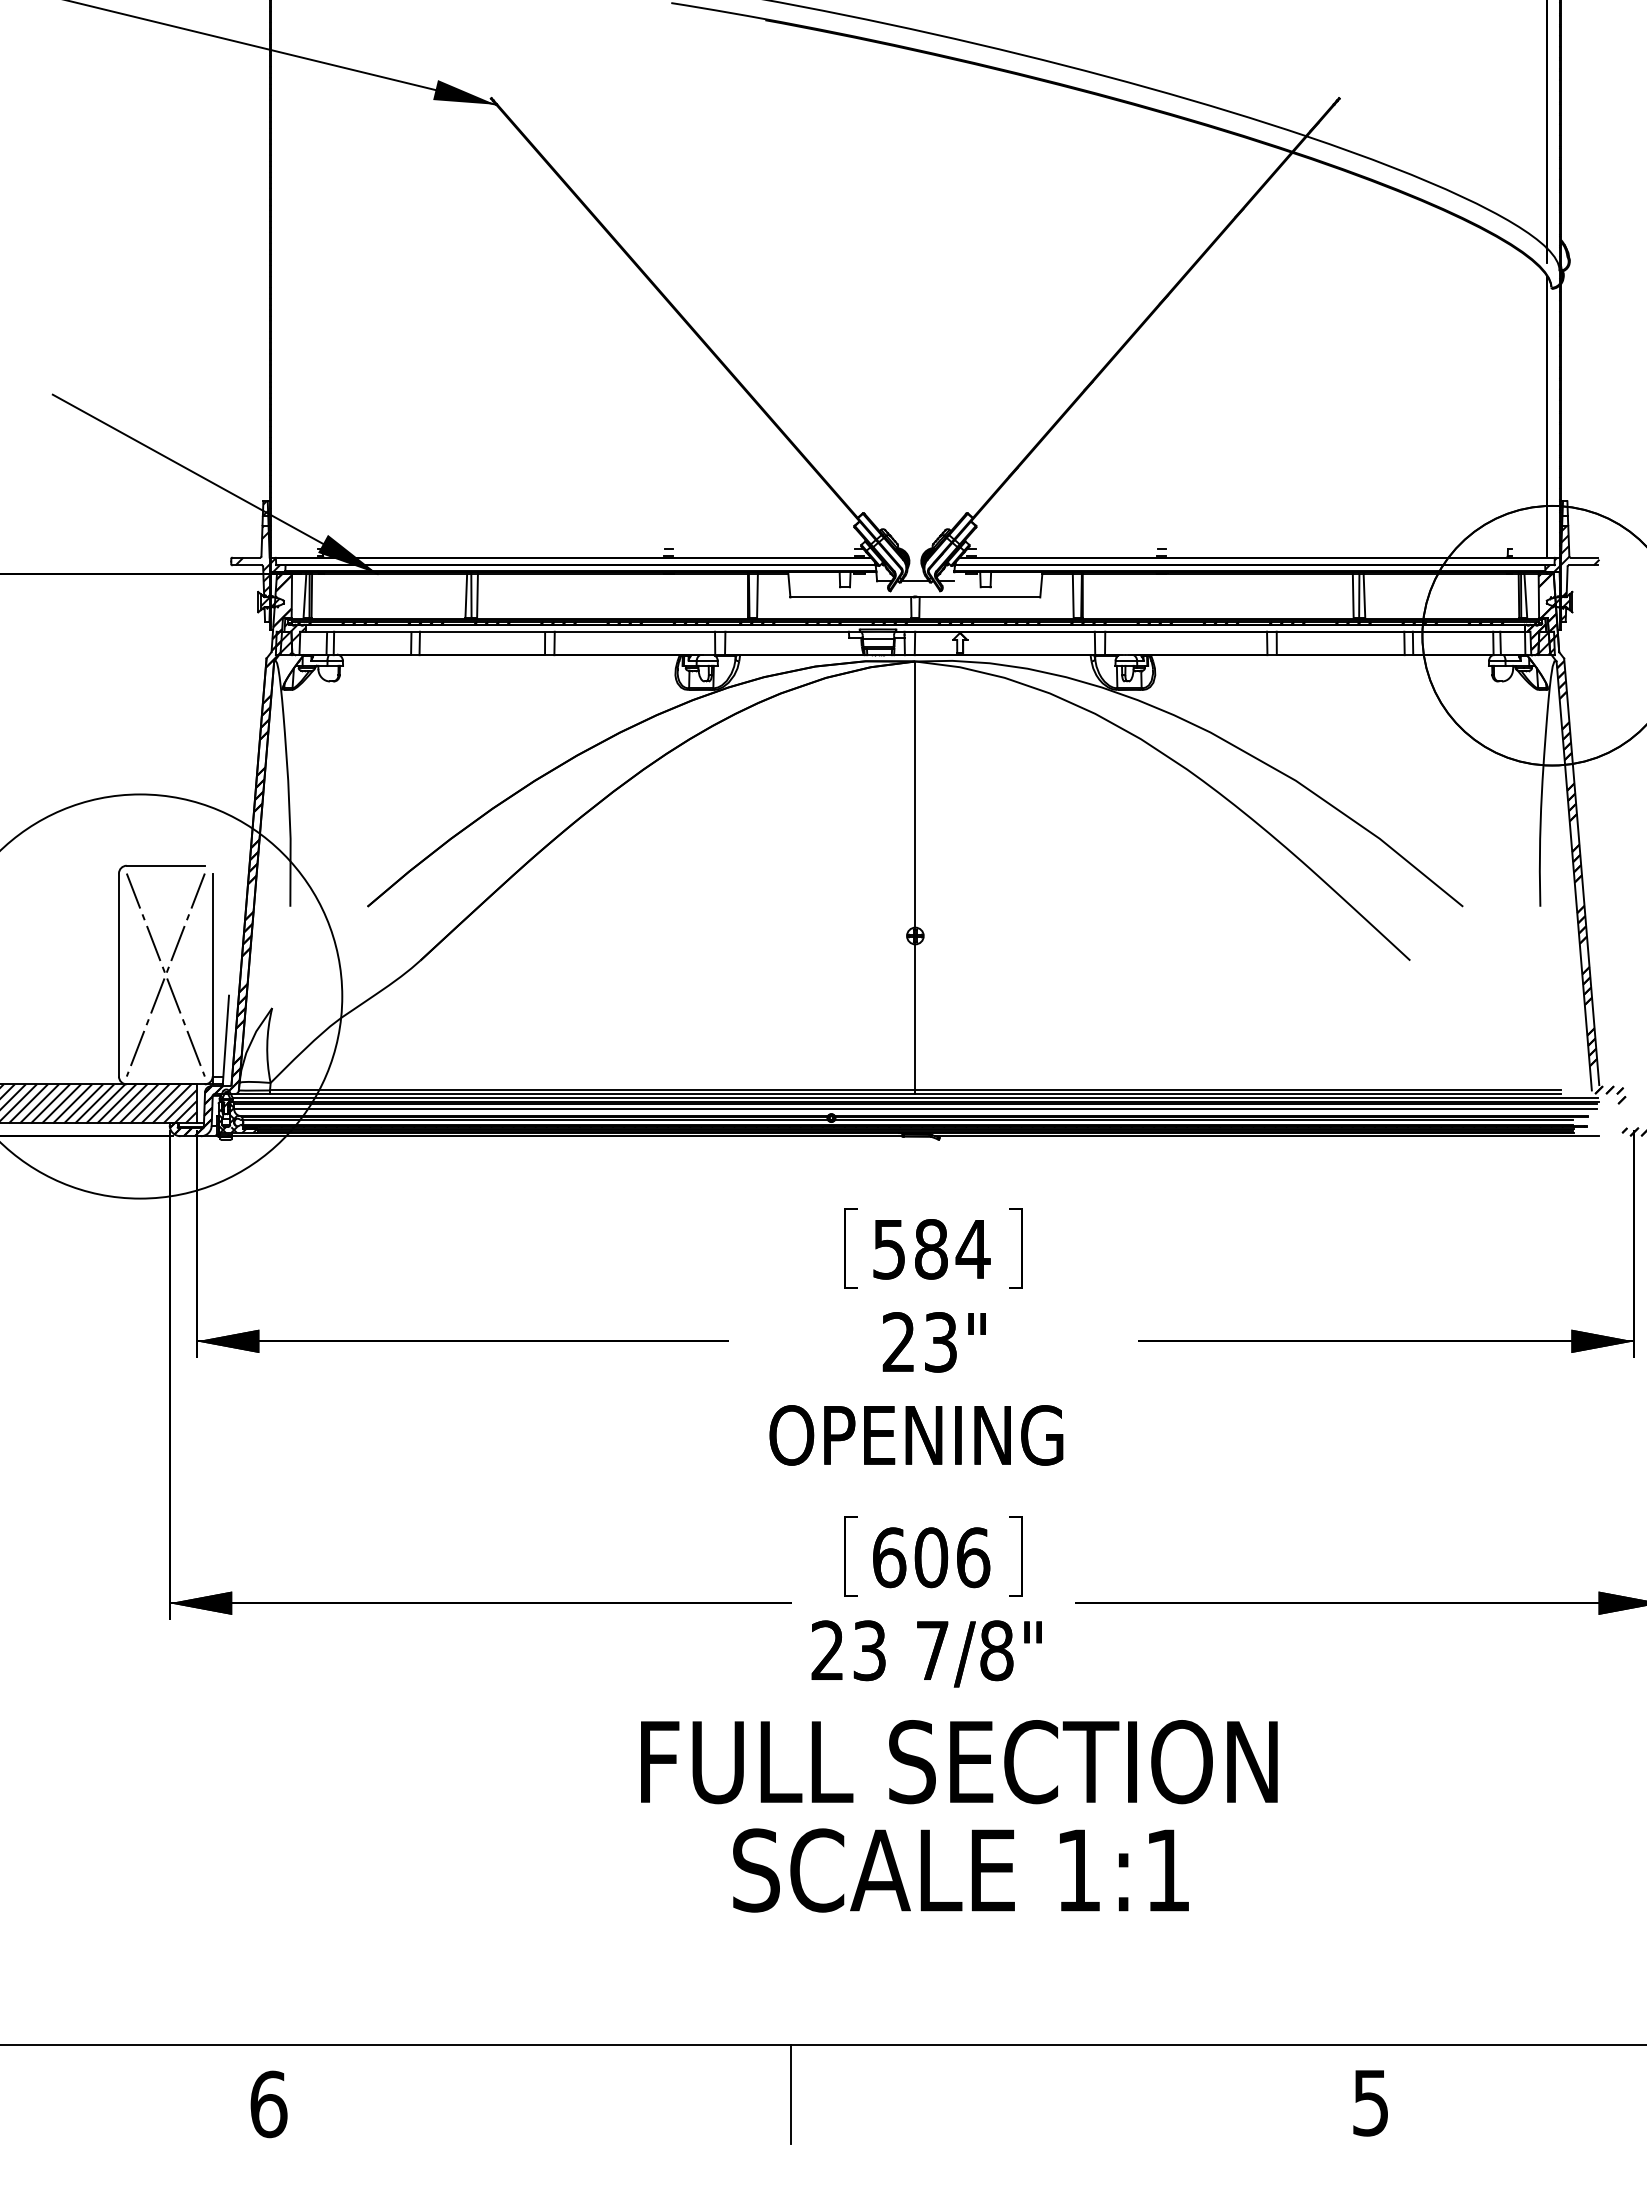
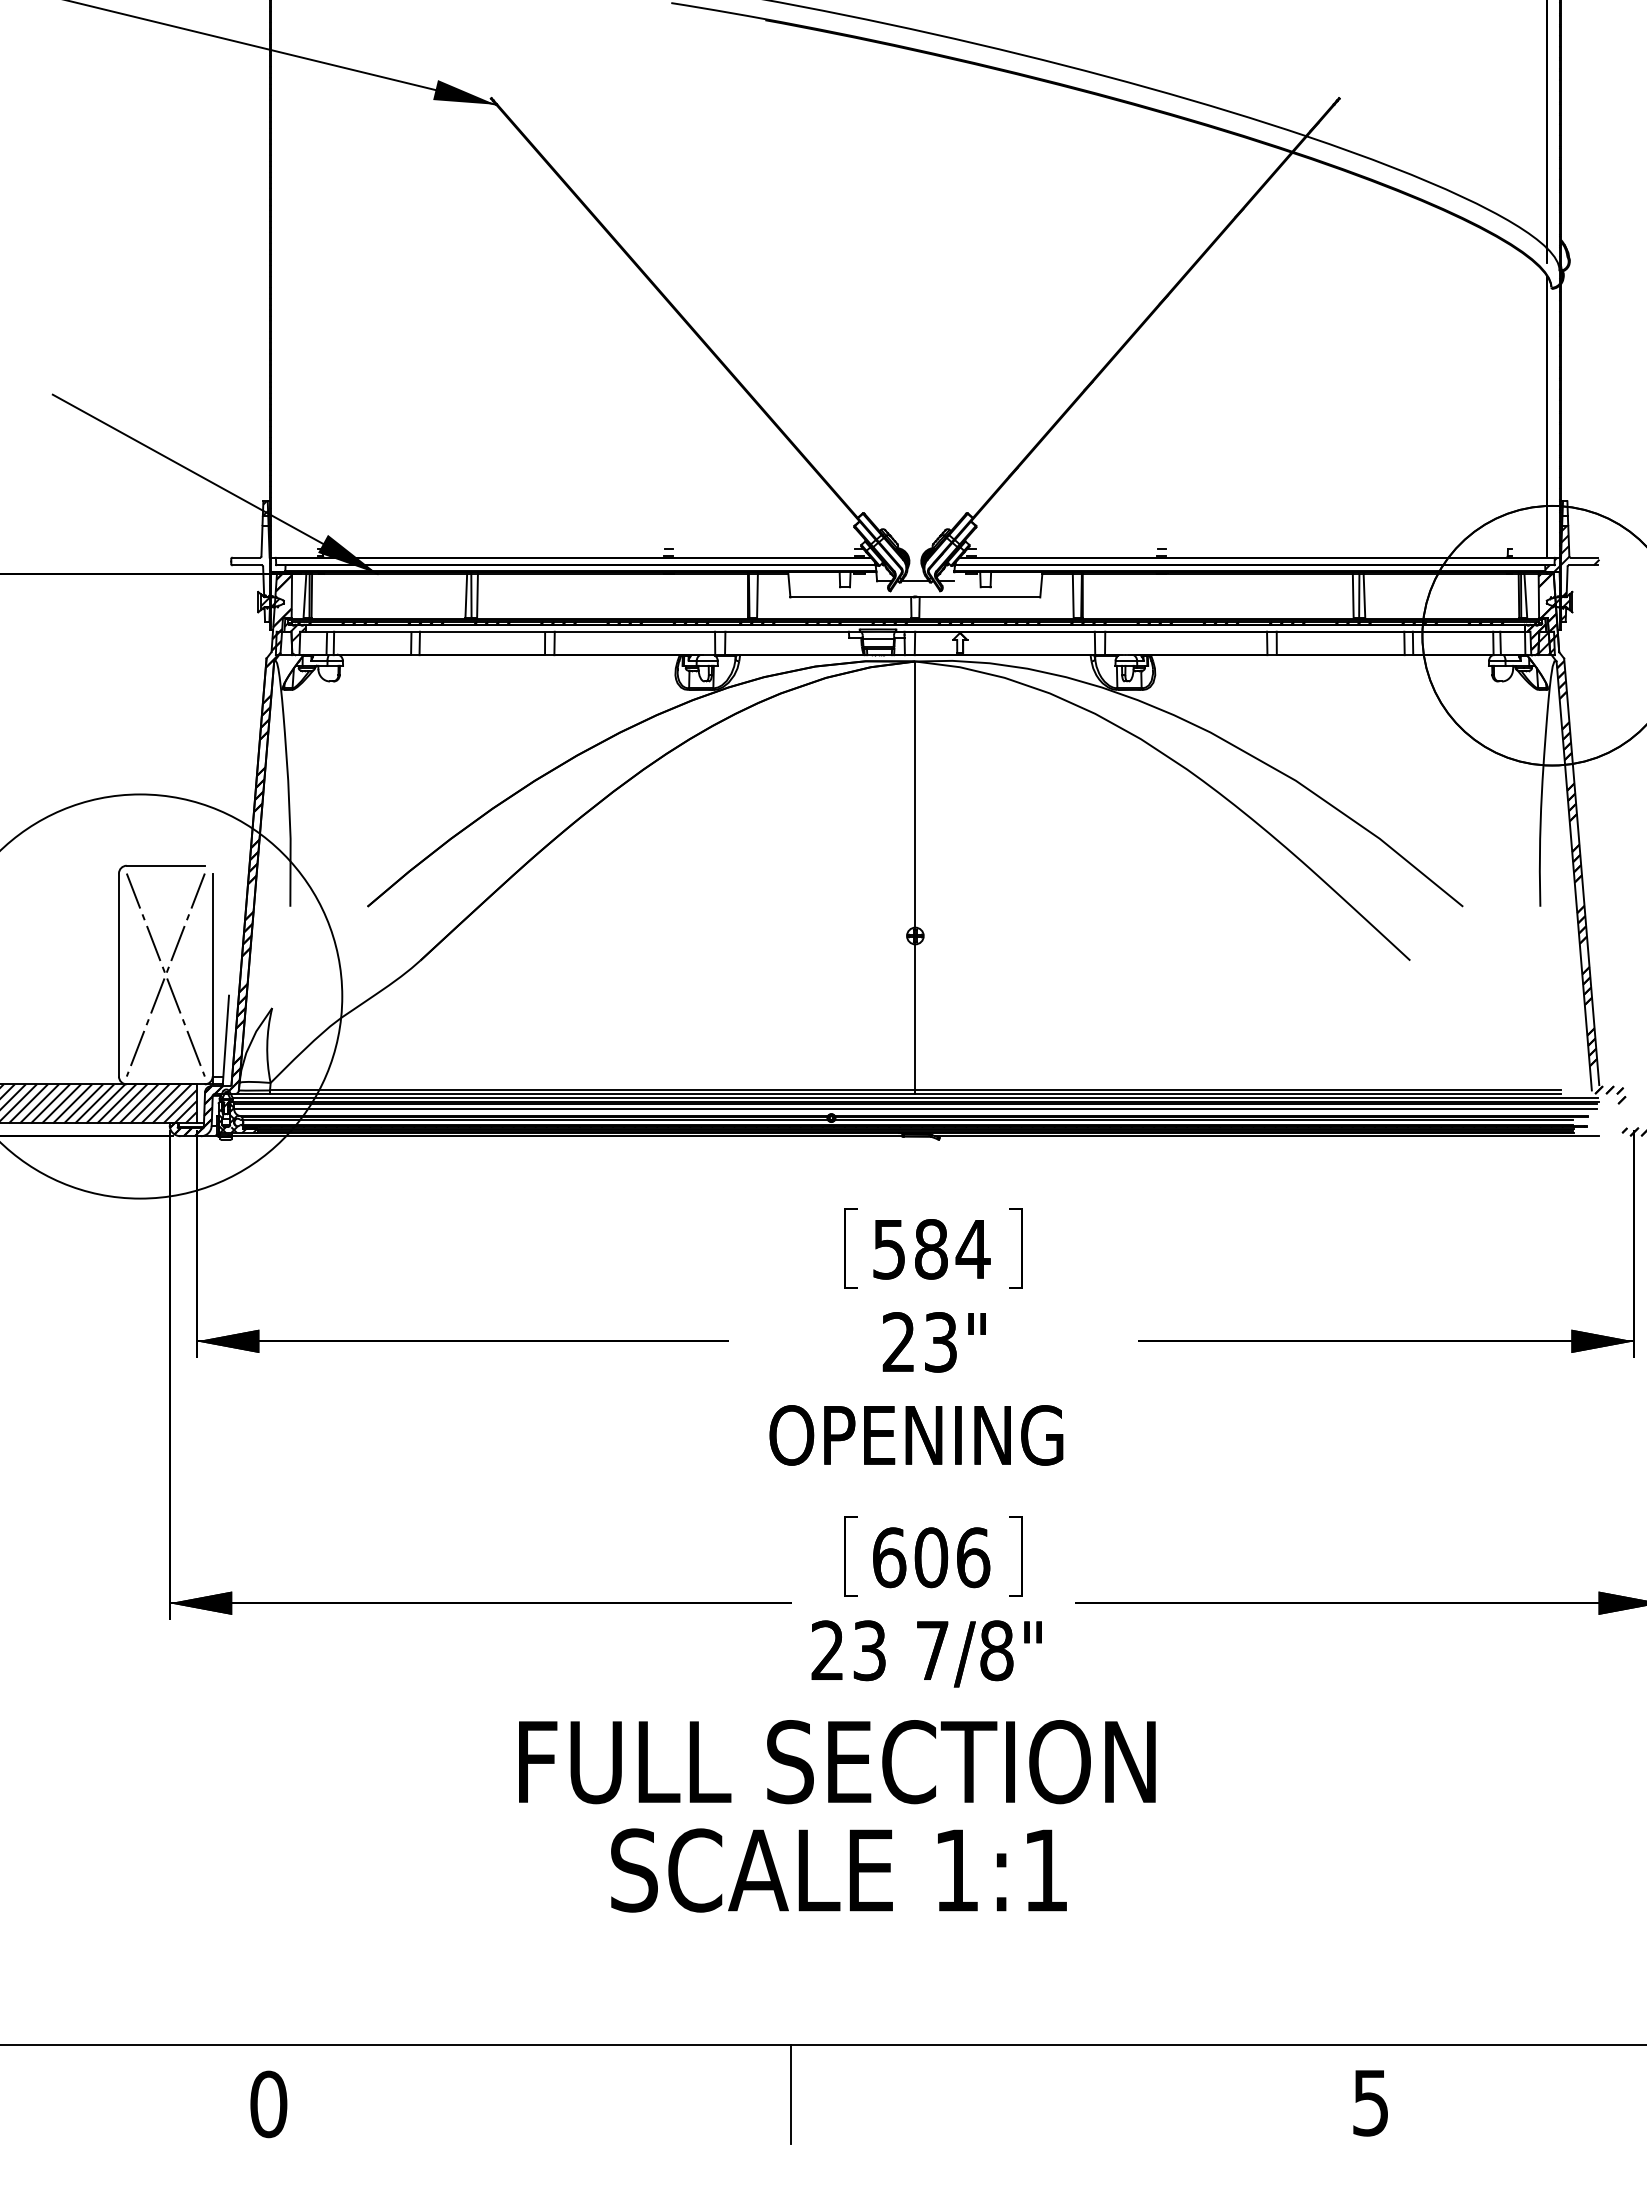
hatch at (258, 559): present -> none
hatch at (284, 643): present -> none
text at (959, 1816) position: (959, 1816) -> (837, 1816)
text at (268, 2104): 6 -> 0
